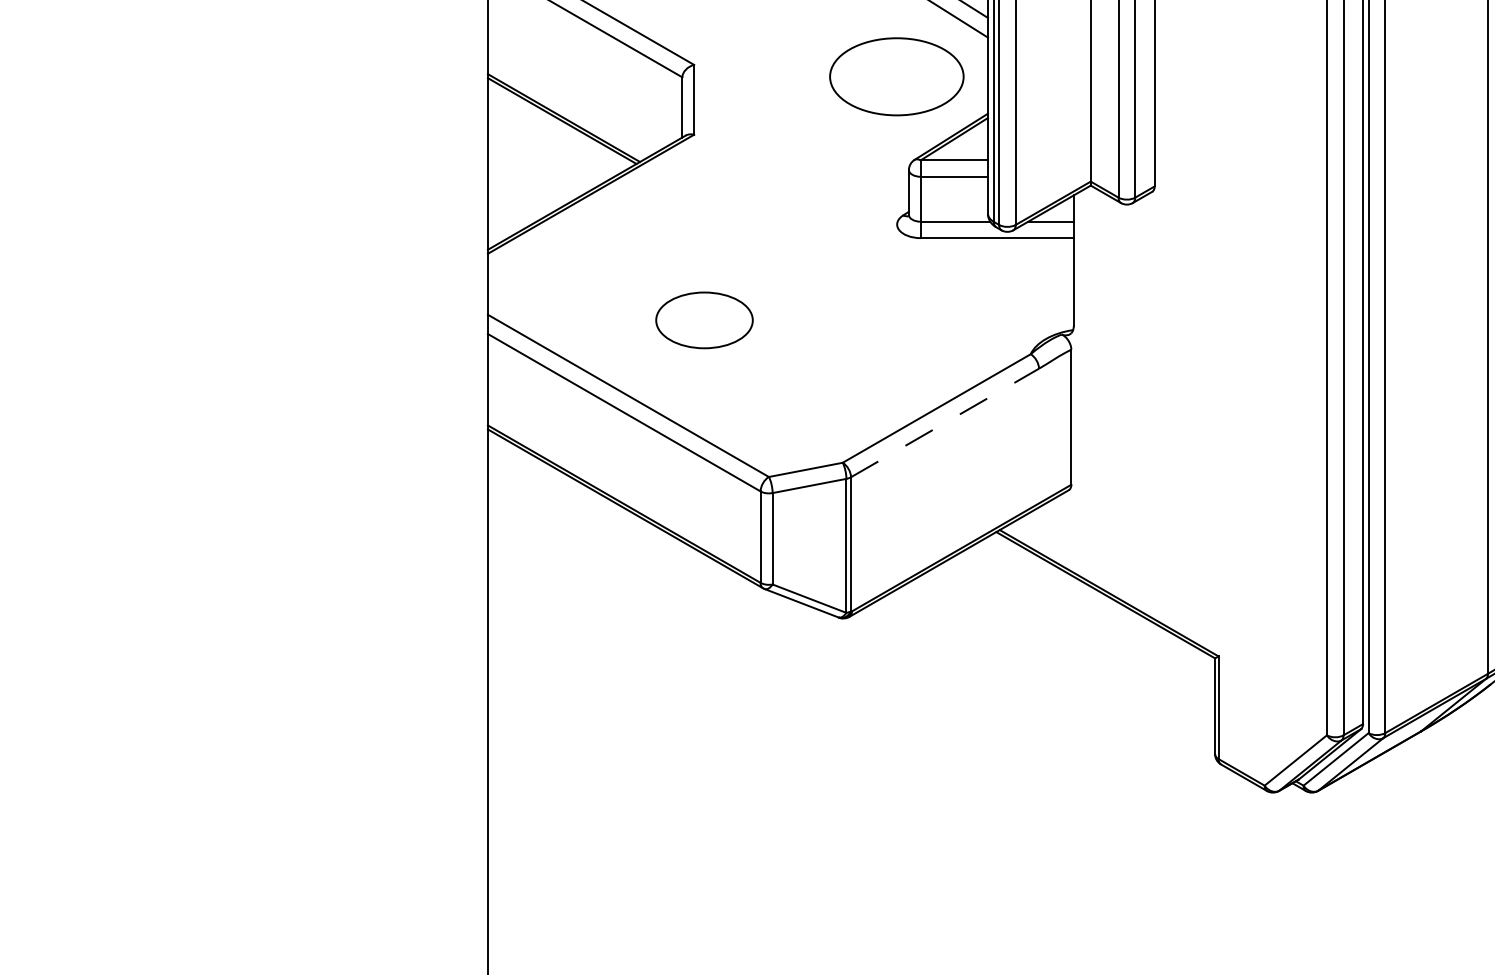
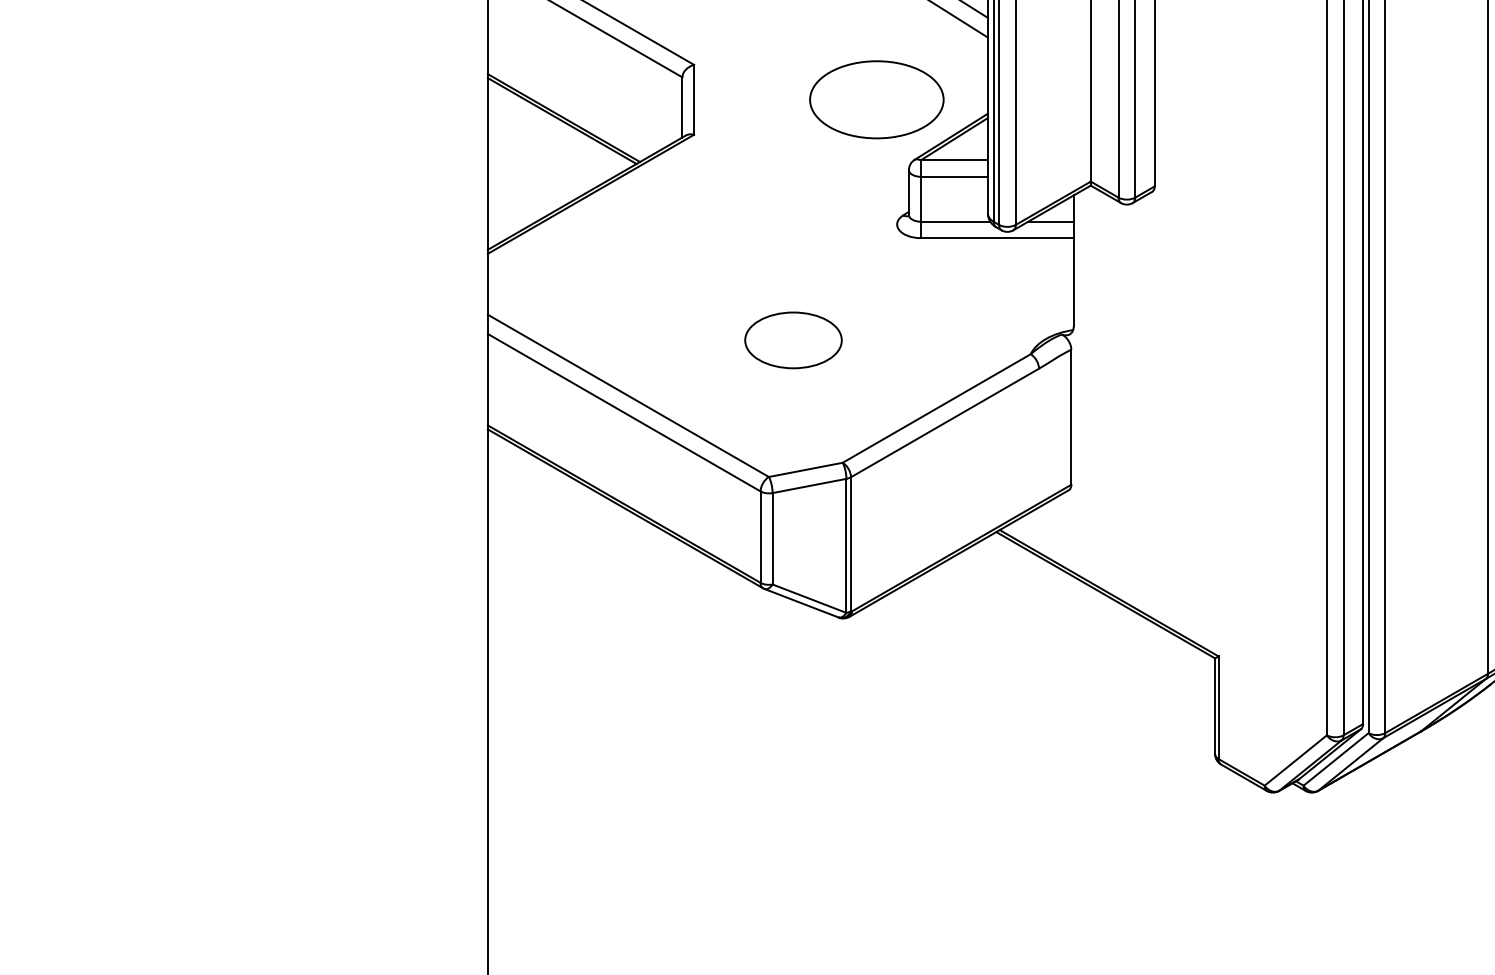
part at (896, 76) position: (896, 76) -> (876, 99)
part at (704, 320) position: (704, 320) -> (793, 340)
line at (945, 422): dashed -> solid
